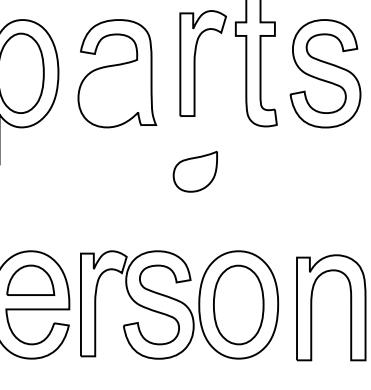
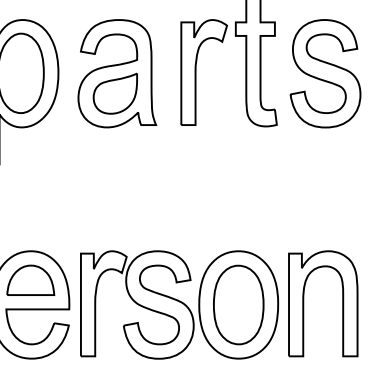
part at (195, 63) position: (195, 63) -> (196, 72)
part at (194, 171) position: (194, 171) -> (114, 93)
part at (312, 307) position: (312, 307) -> (304, 303)
